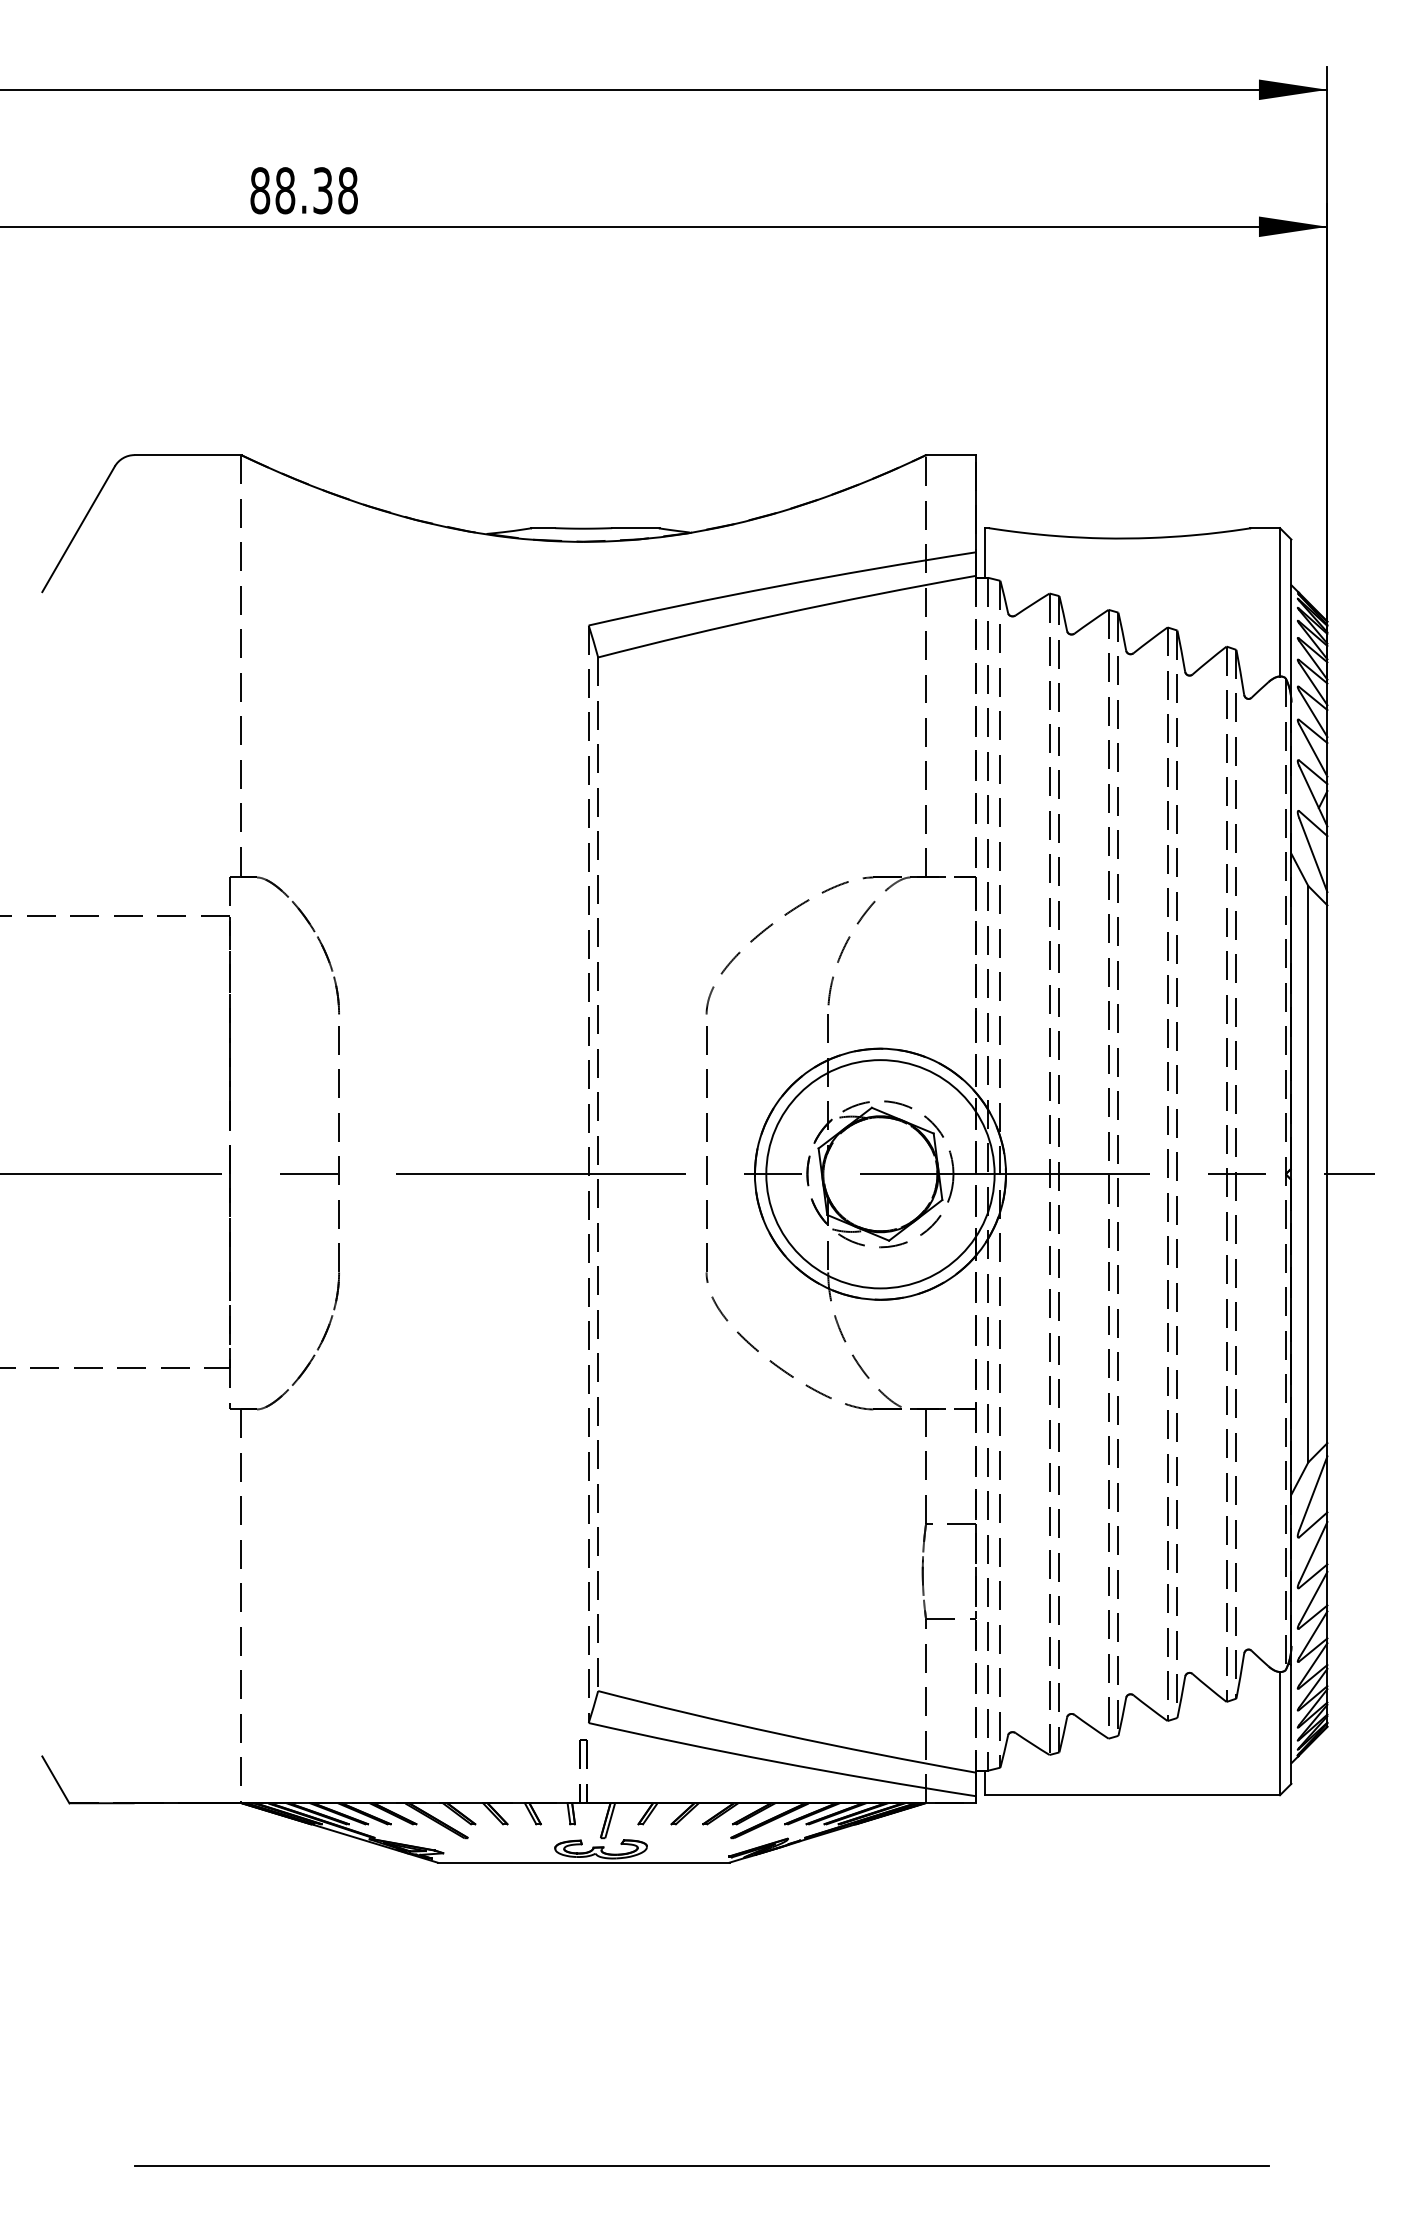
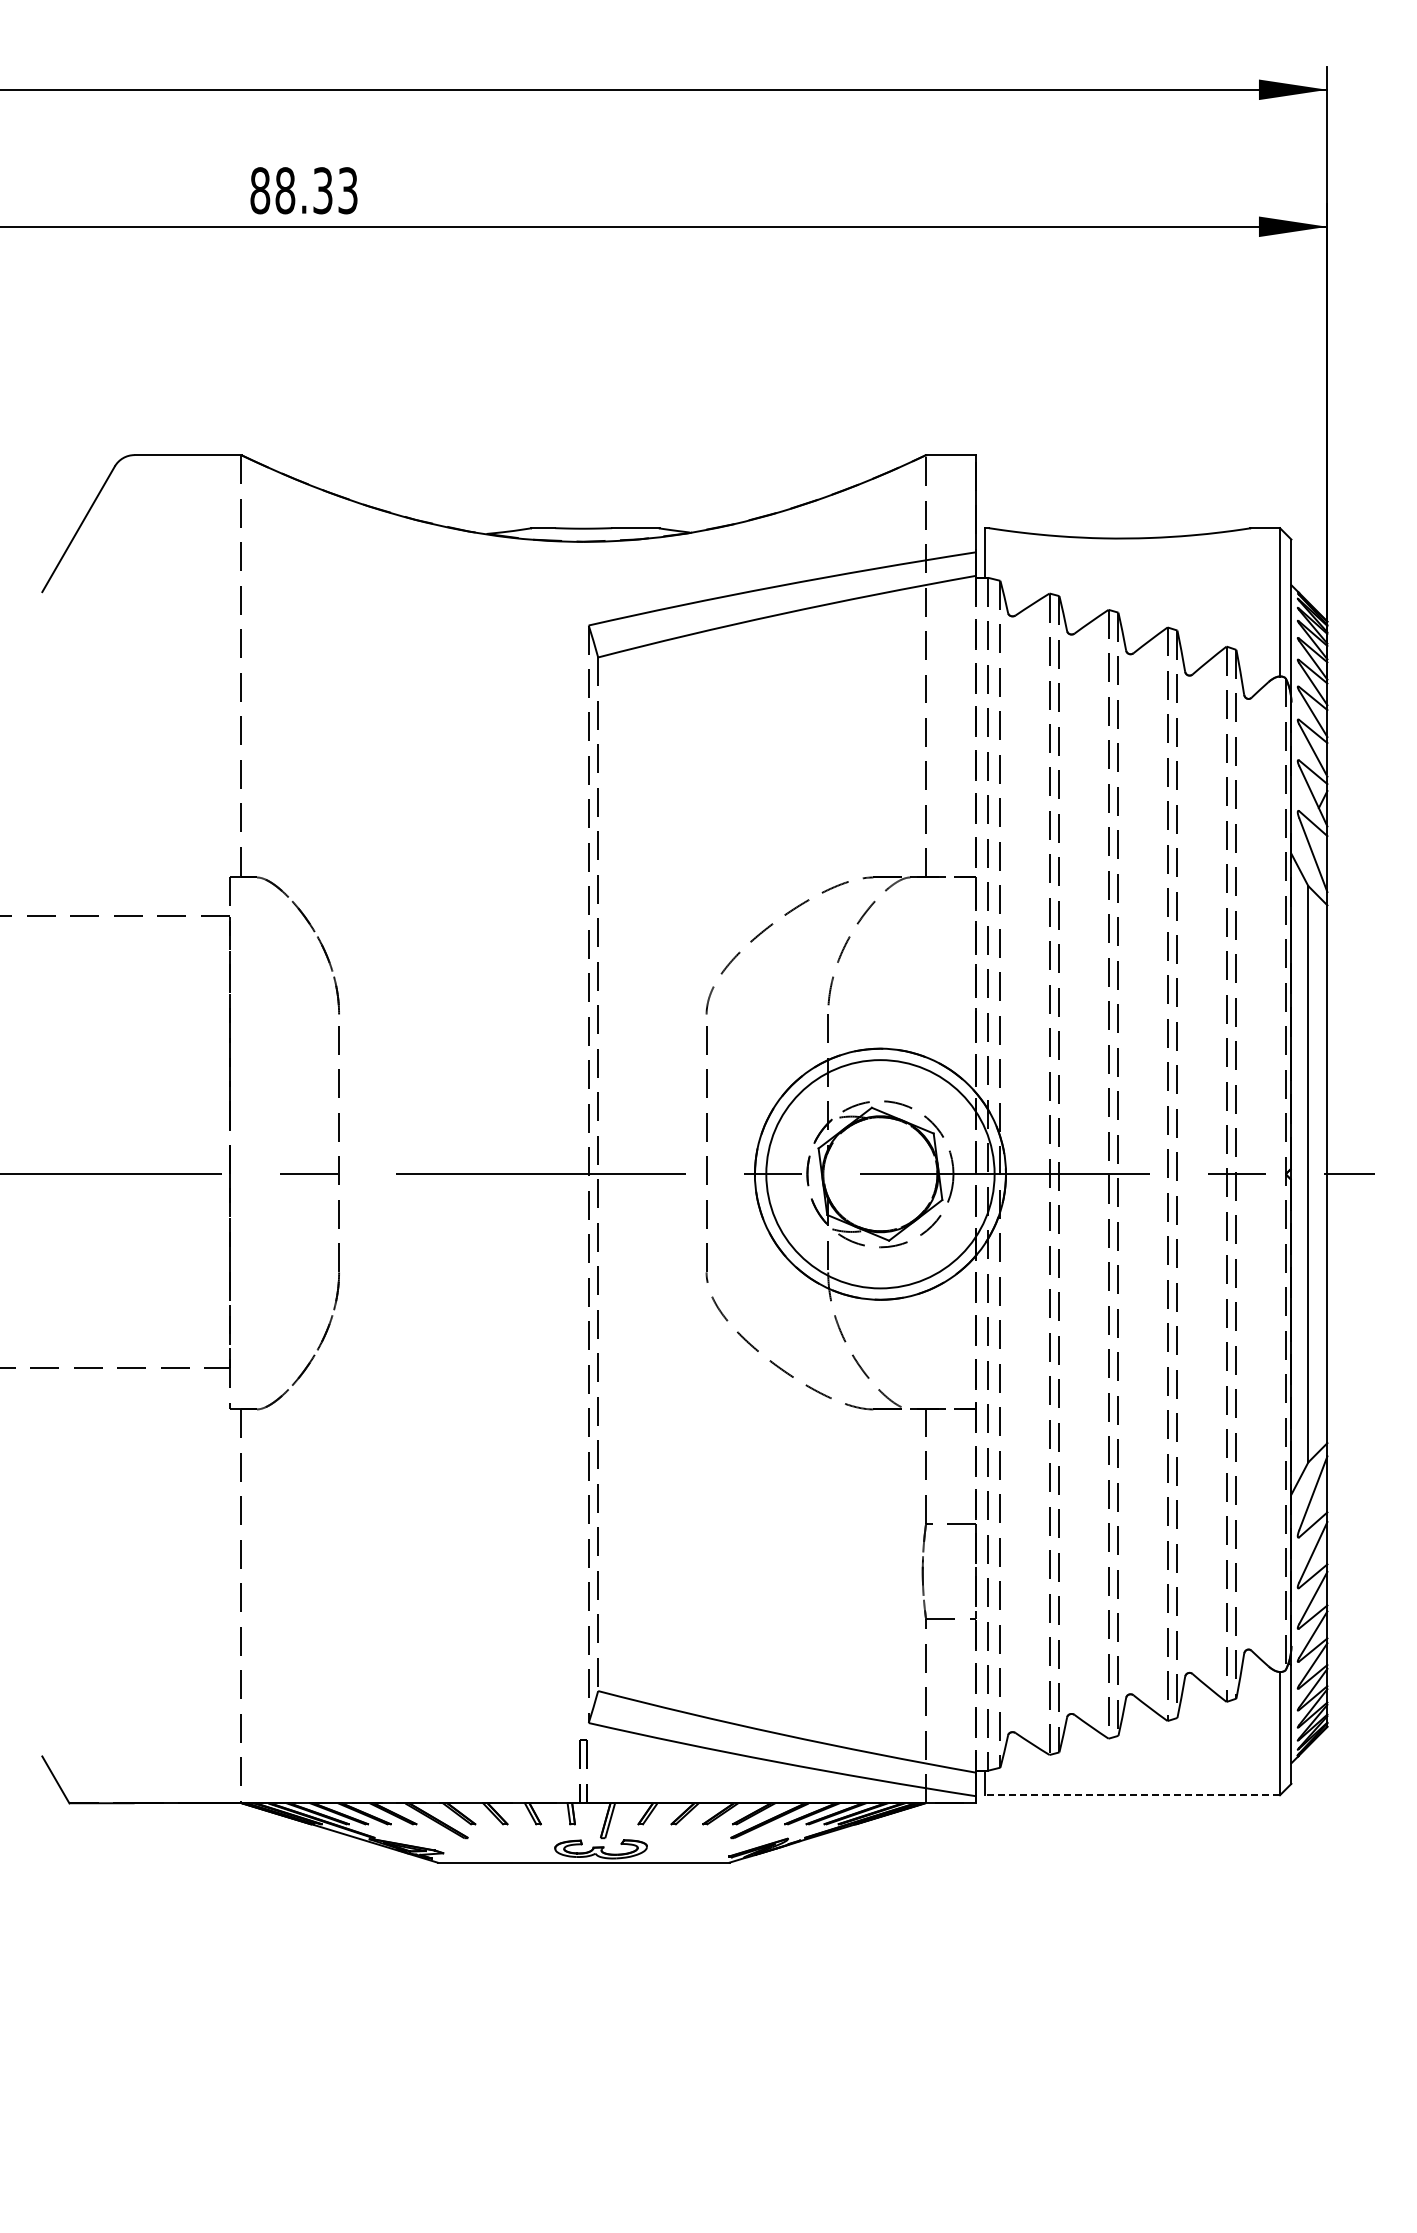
text at (347, 190): 88.38 -> 88.33
line at (1132, 1795): solid -> dashed
line at (701, 2166): present -> none
